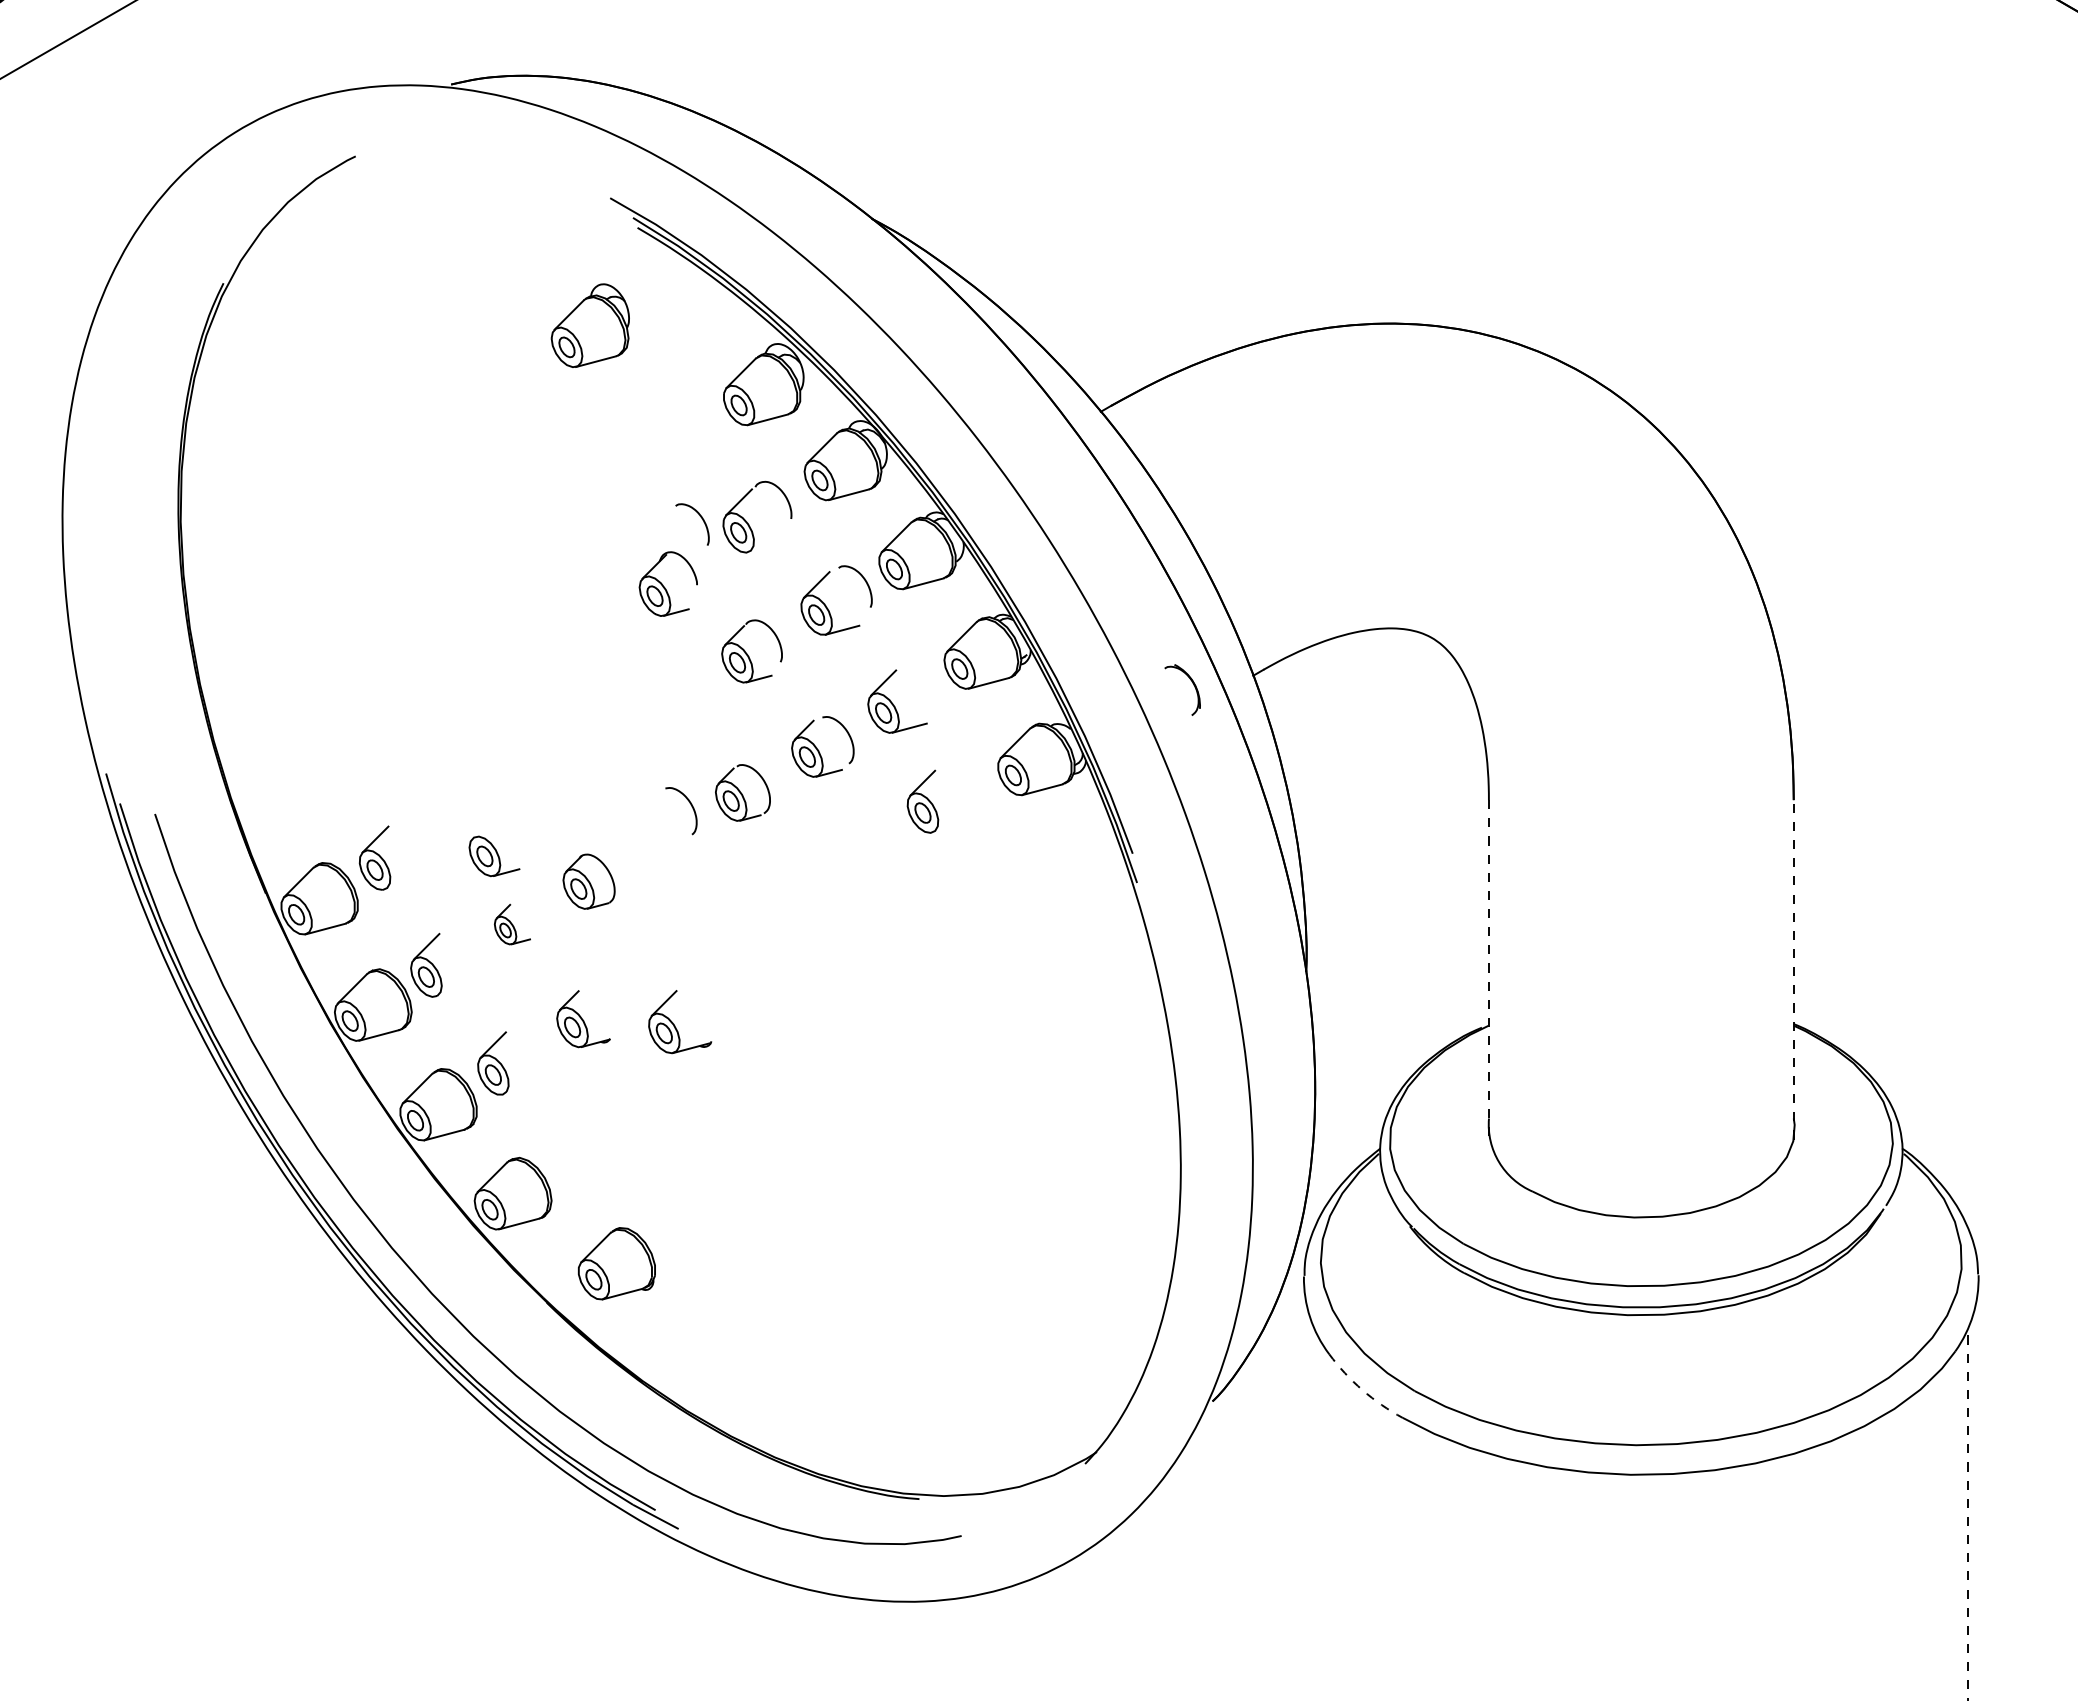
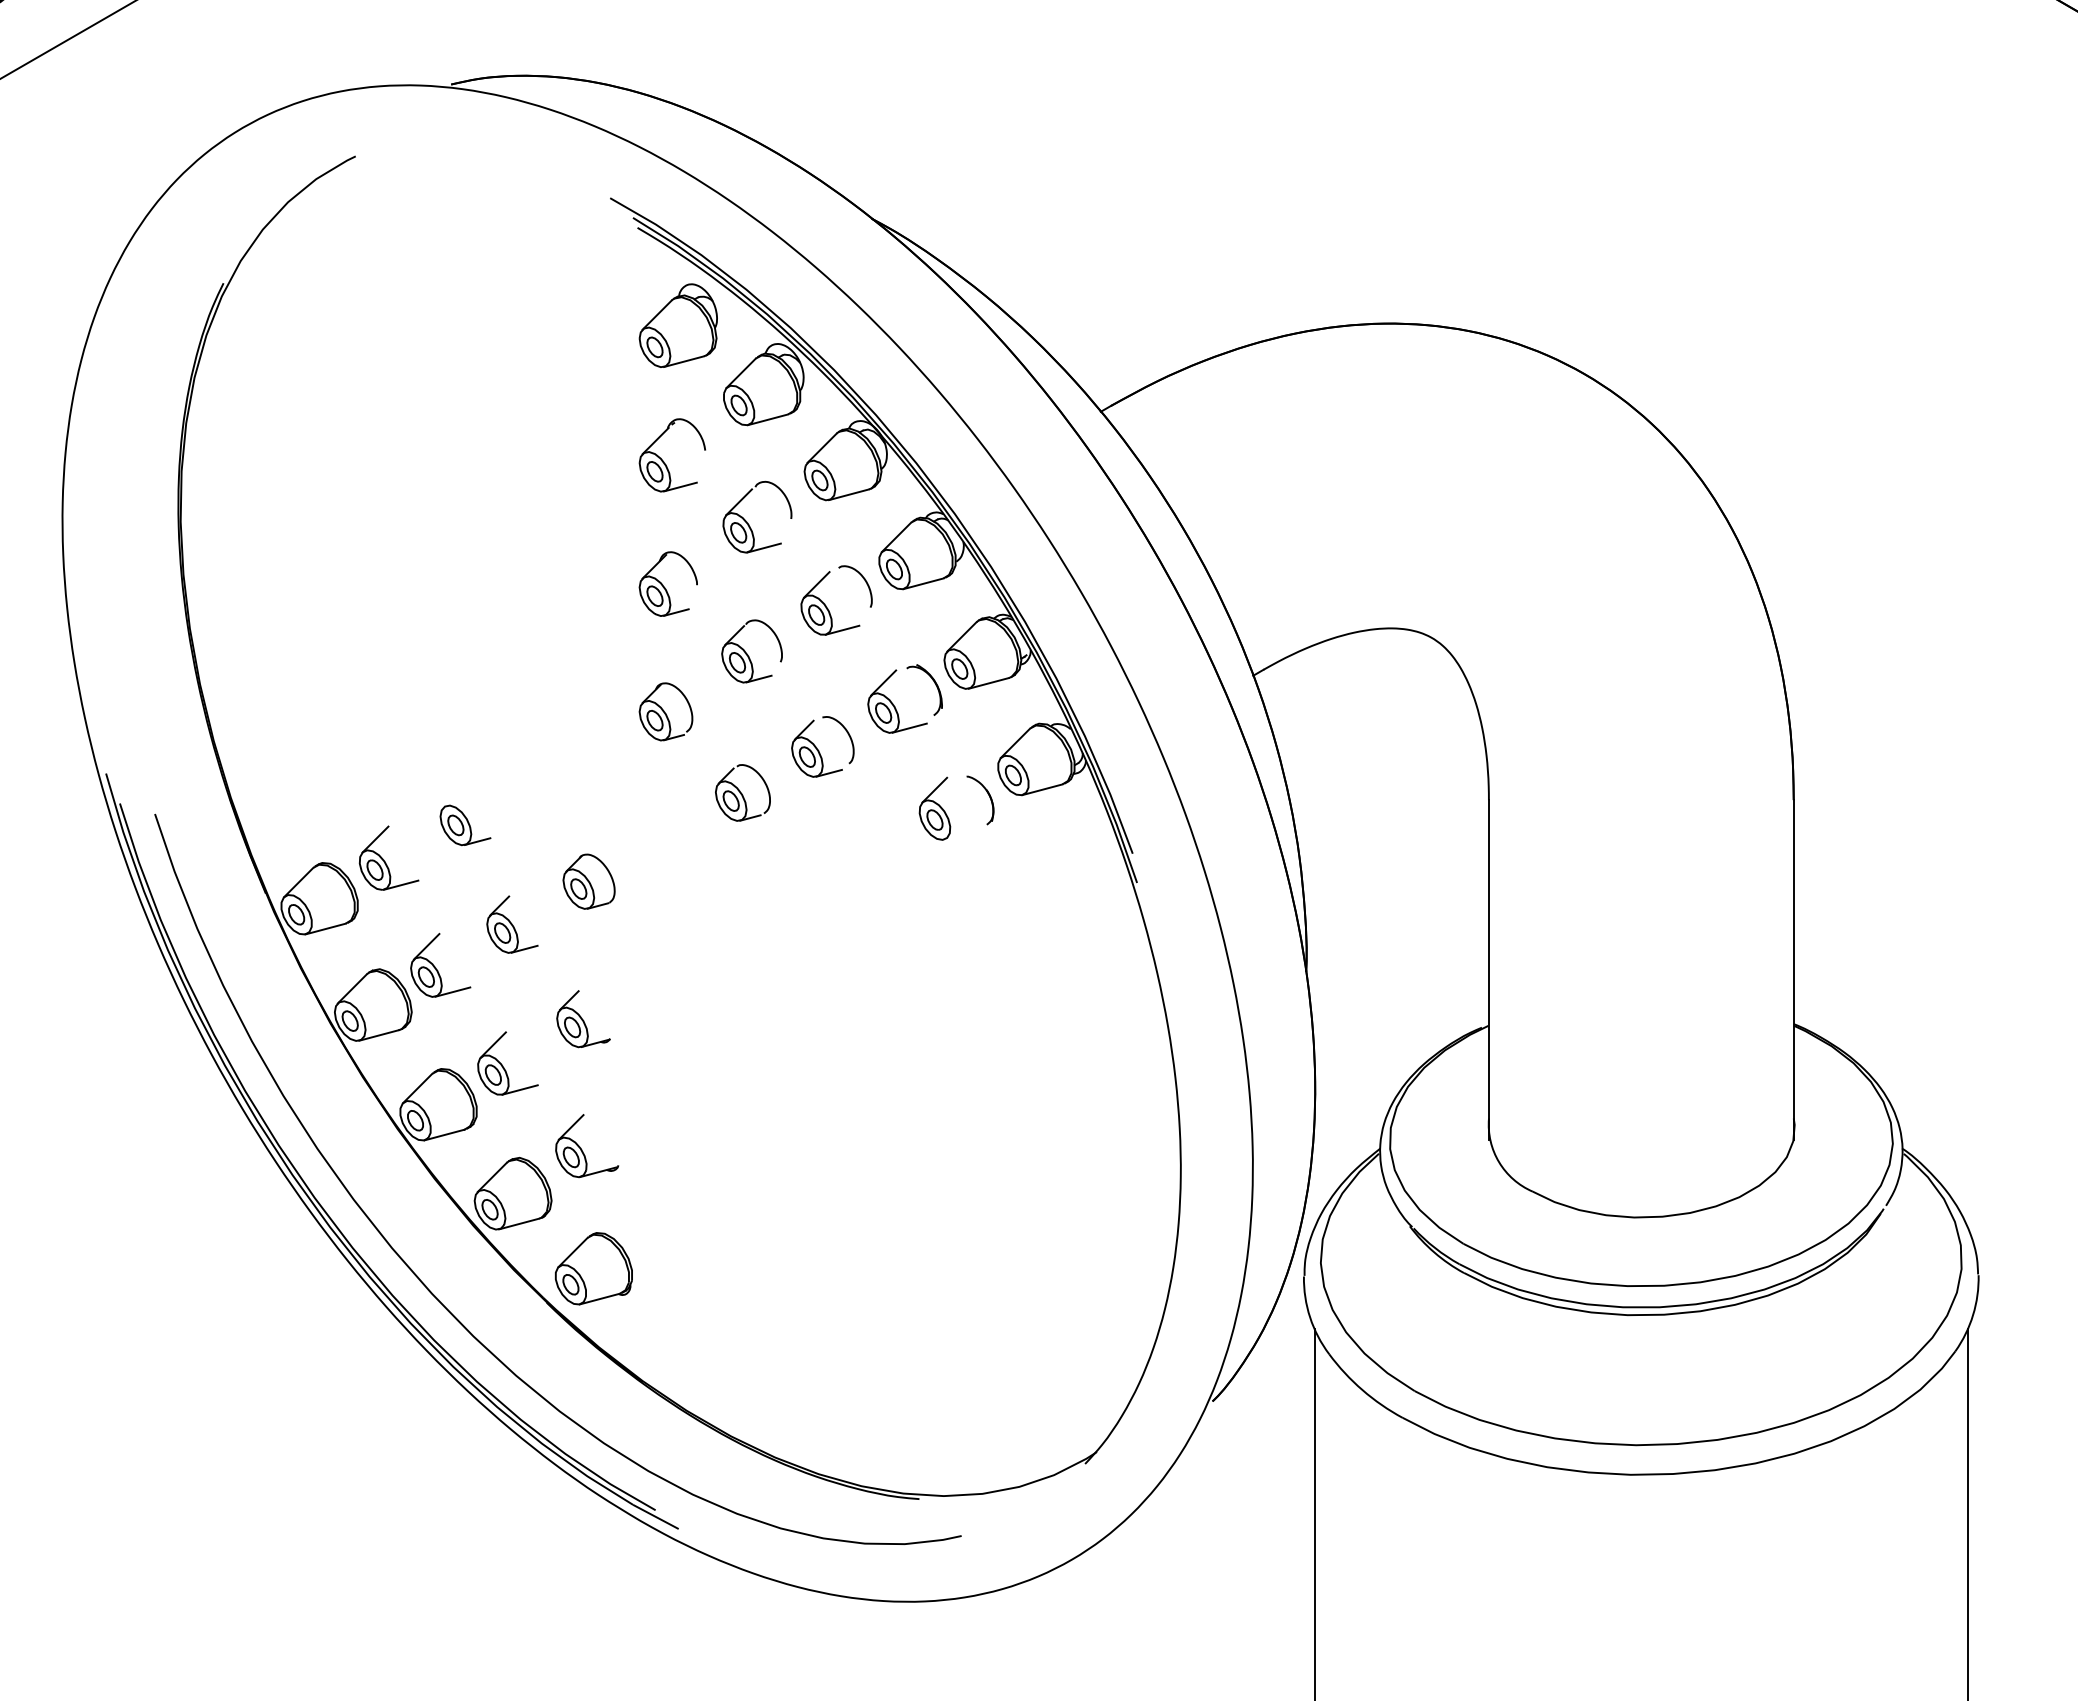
part at (589, 325) position: (589, 325) -> (677, 325)
part at (664, 461): none -> present
curve at (699, 516): present -> none
line at (763, 547): none -> present
part at (1192, 683) position: (1192, 683) -> (934, 683)
part at (665, 711): none -> present
part at (989, 798): none -> present
part at (922, 801) position: (922, 801) -> (934, 808)
curve at (690, 805): present -> none
part at (494, 856) position: (494, 856) -> (465, 825)
line at (401, 884): none -> present
part at (512, 924) size: 37x43 px -> 53x59 px
line at (1488, 969): dashed -> solid
line at (1793, 969): dashed -> solid
line at (452, 991): none -> present
part at (680, 1022) position: (680, 1022) -> (587, 1146)
line at (519, 1089): none -> present
part at (616, 1263) position: (616, 1263) -> (593, 1268)
arc at (1362, 1390): dashed -> solid
line at (1314, 1513): none -> present
line at (1967, 1514): dashed -> solid
